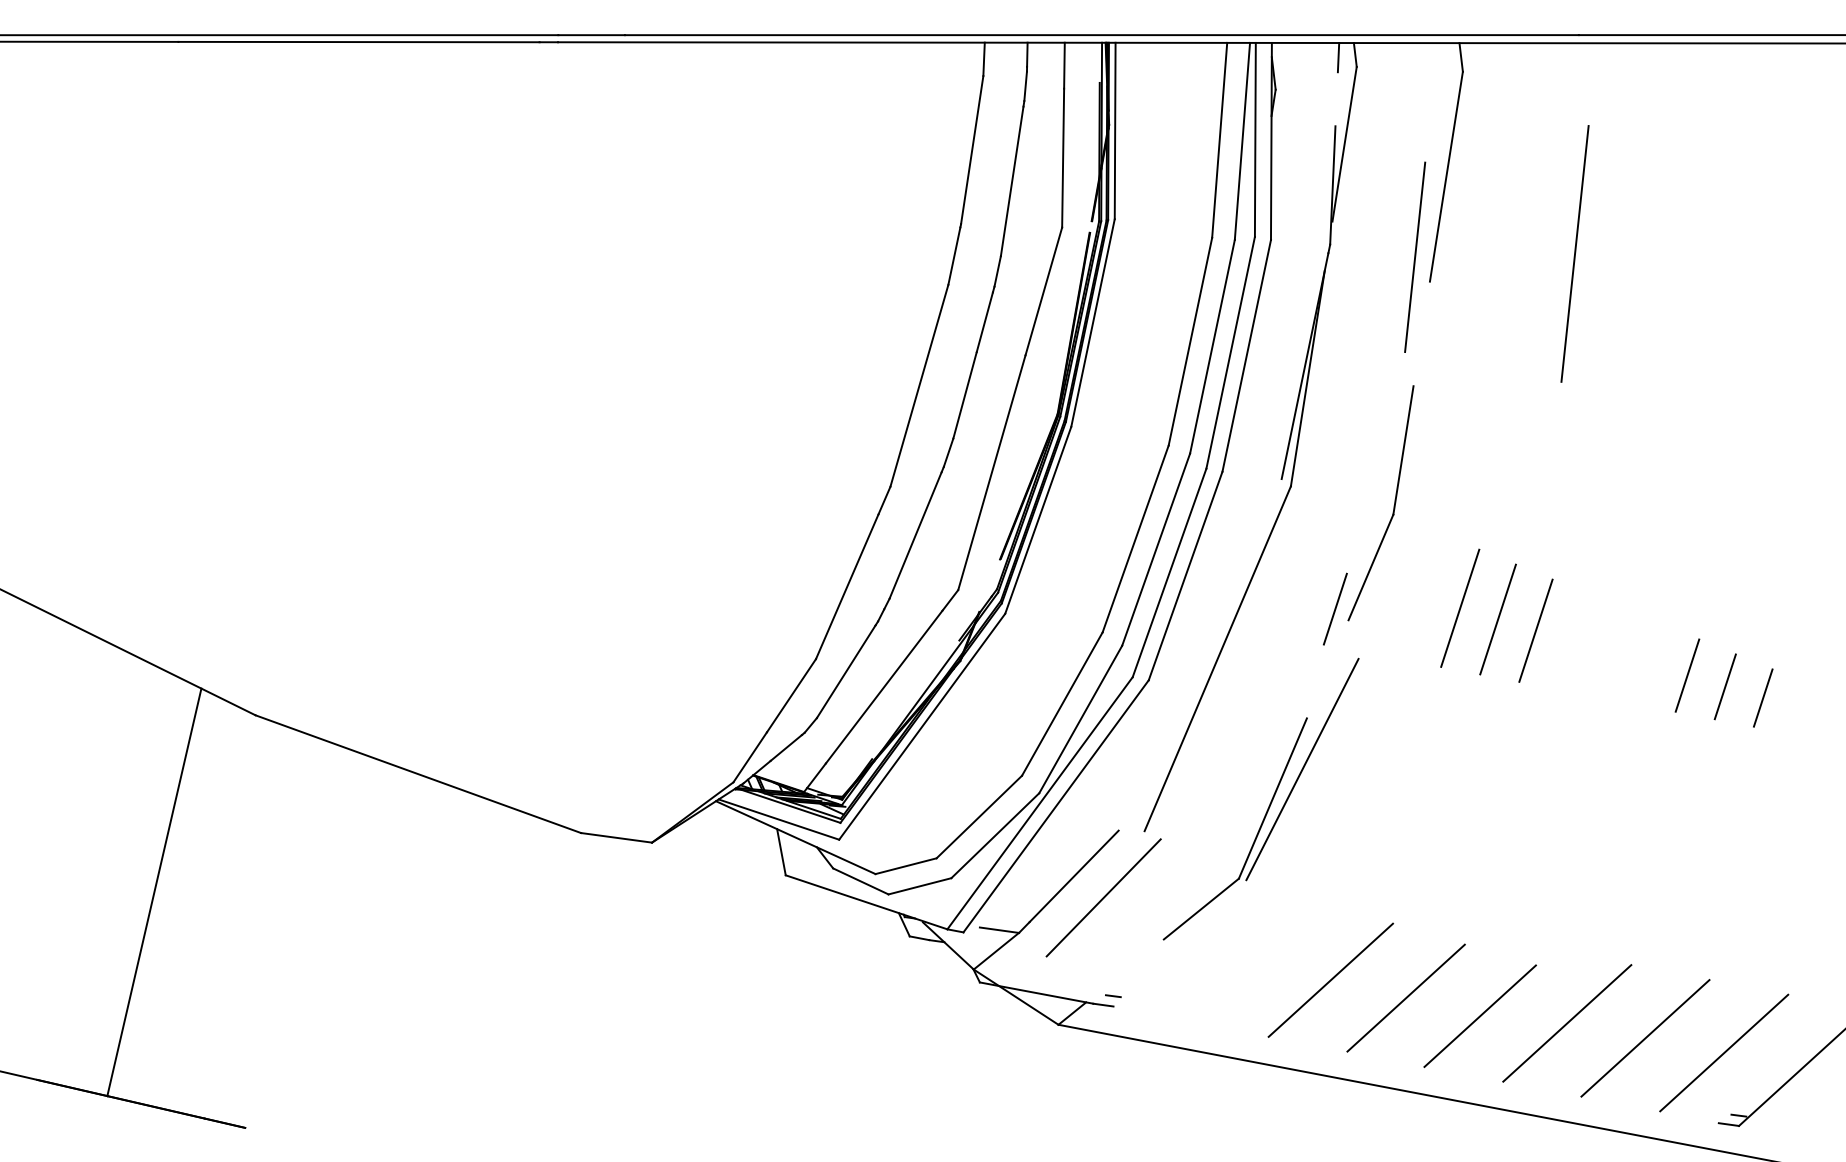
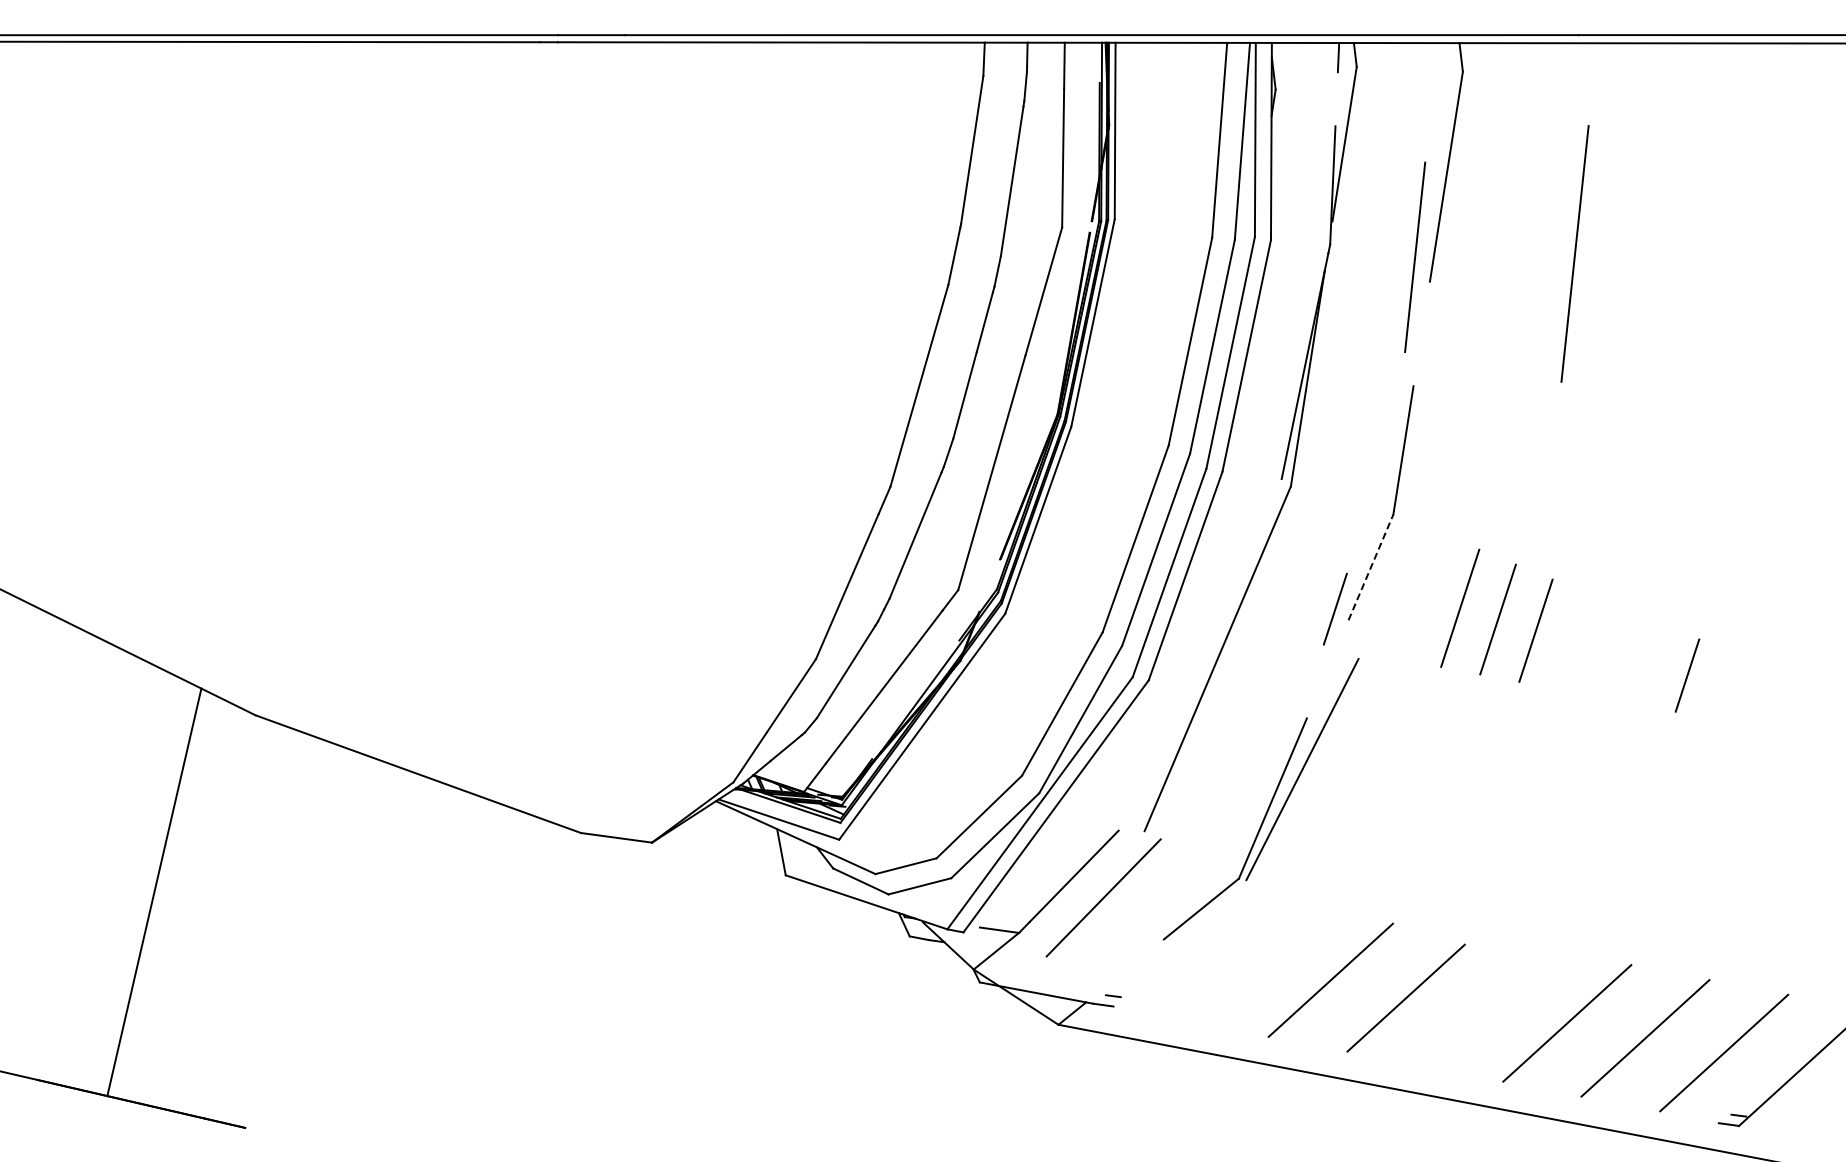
line at (1371, 567): solid -> dashed
line at (1724, 686): present -> none
line at (1763, 697): present -> none
line at (1479, 1015): present -> none
